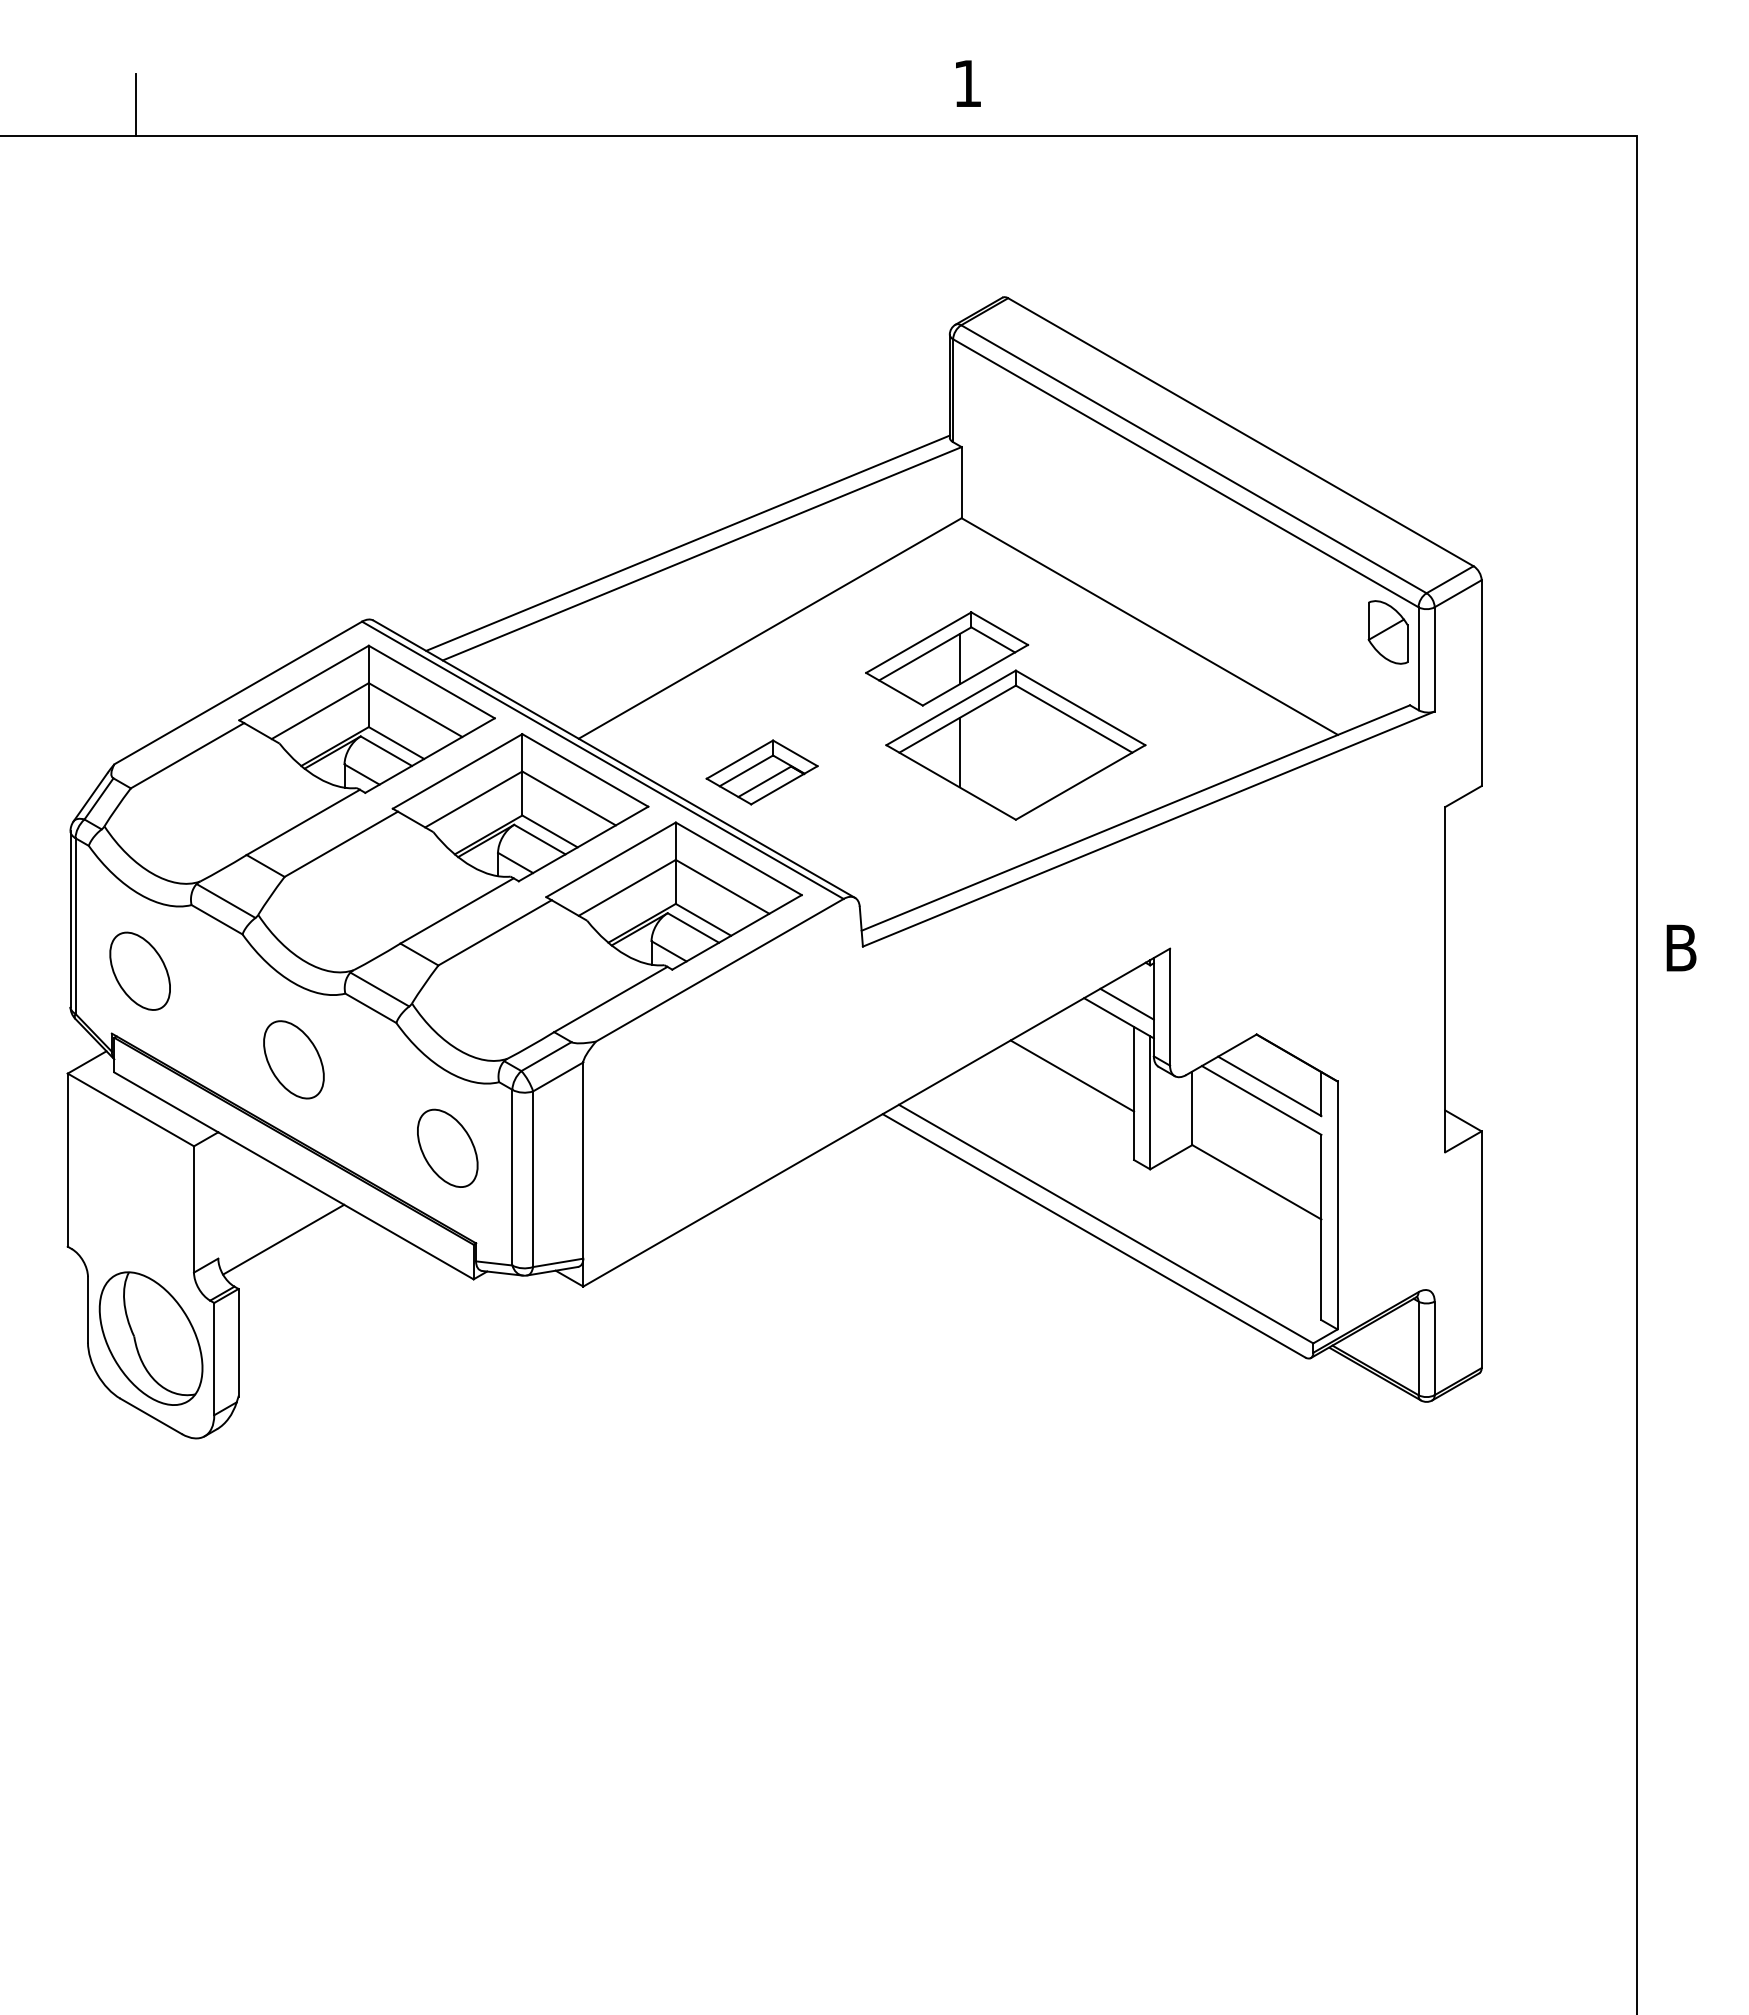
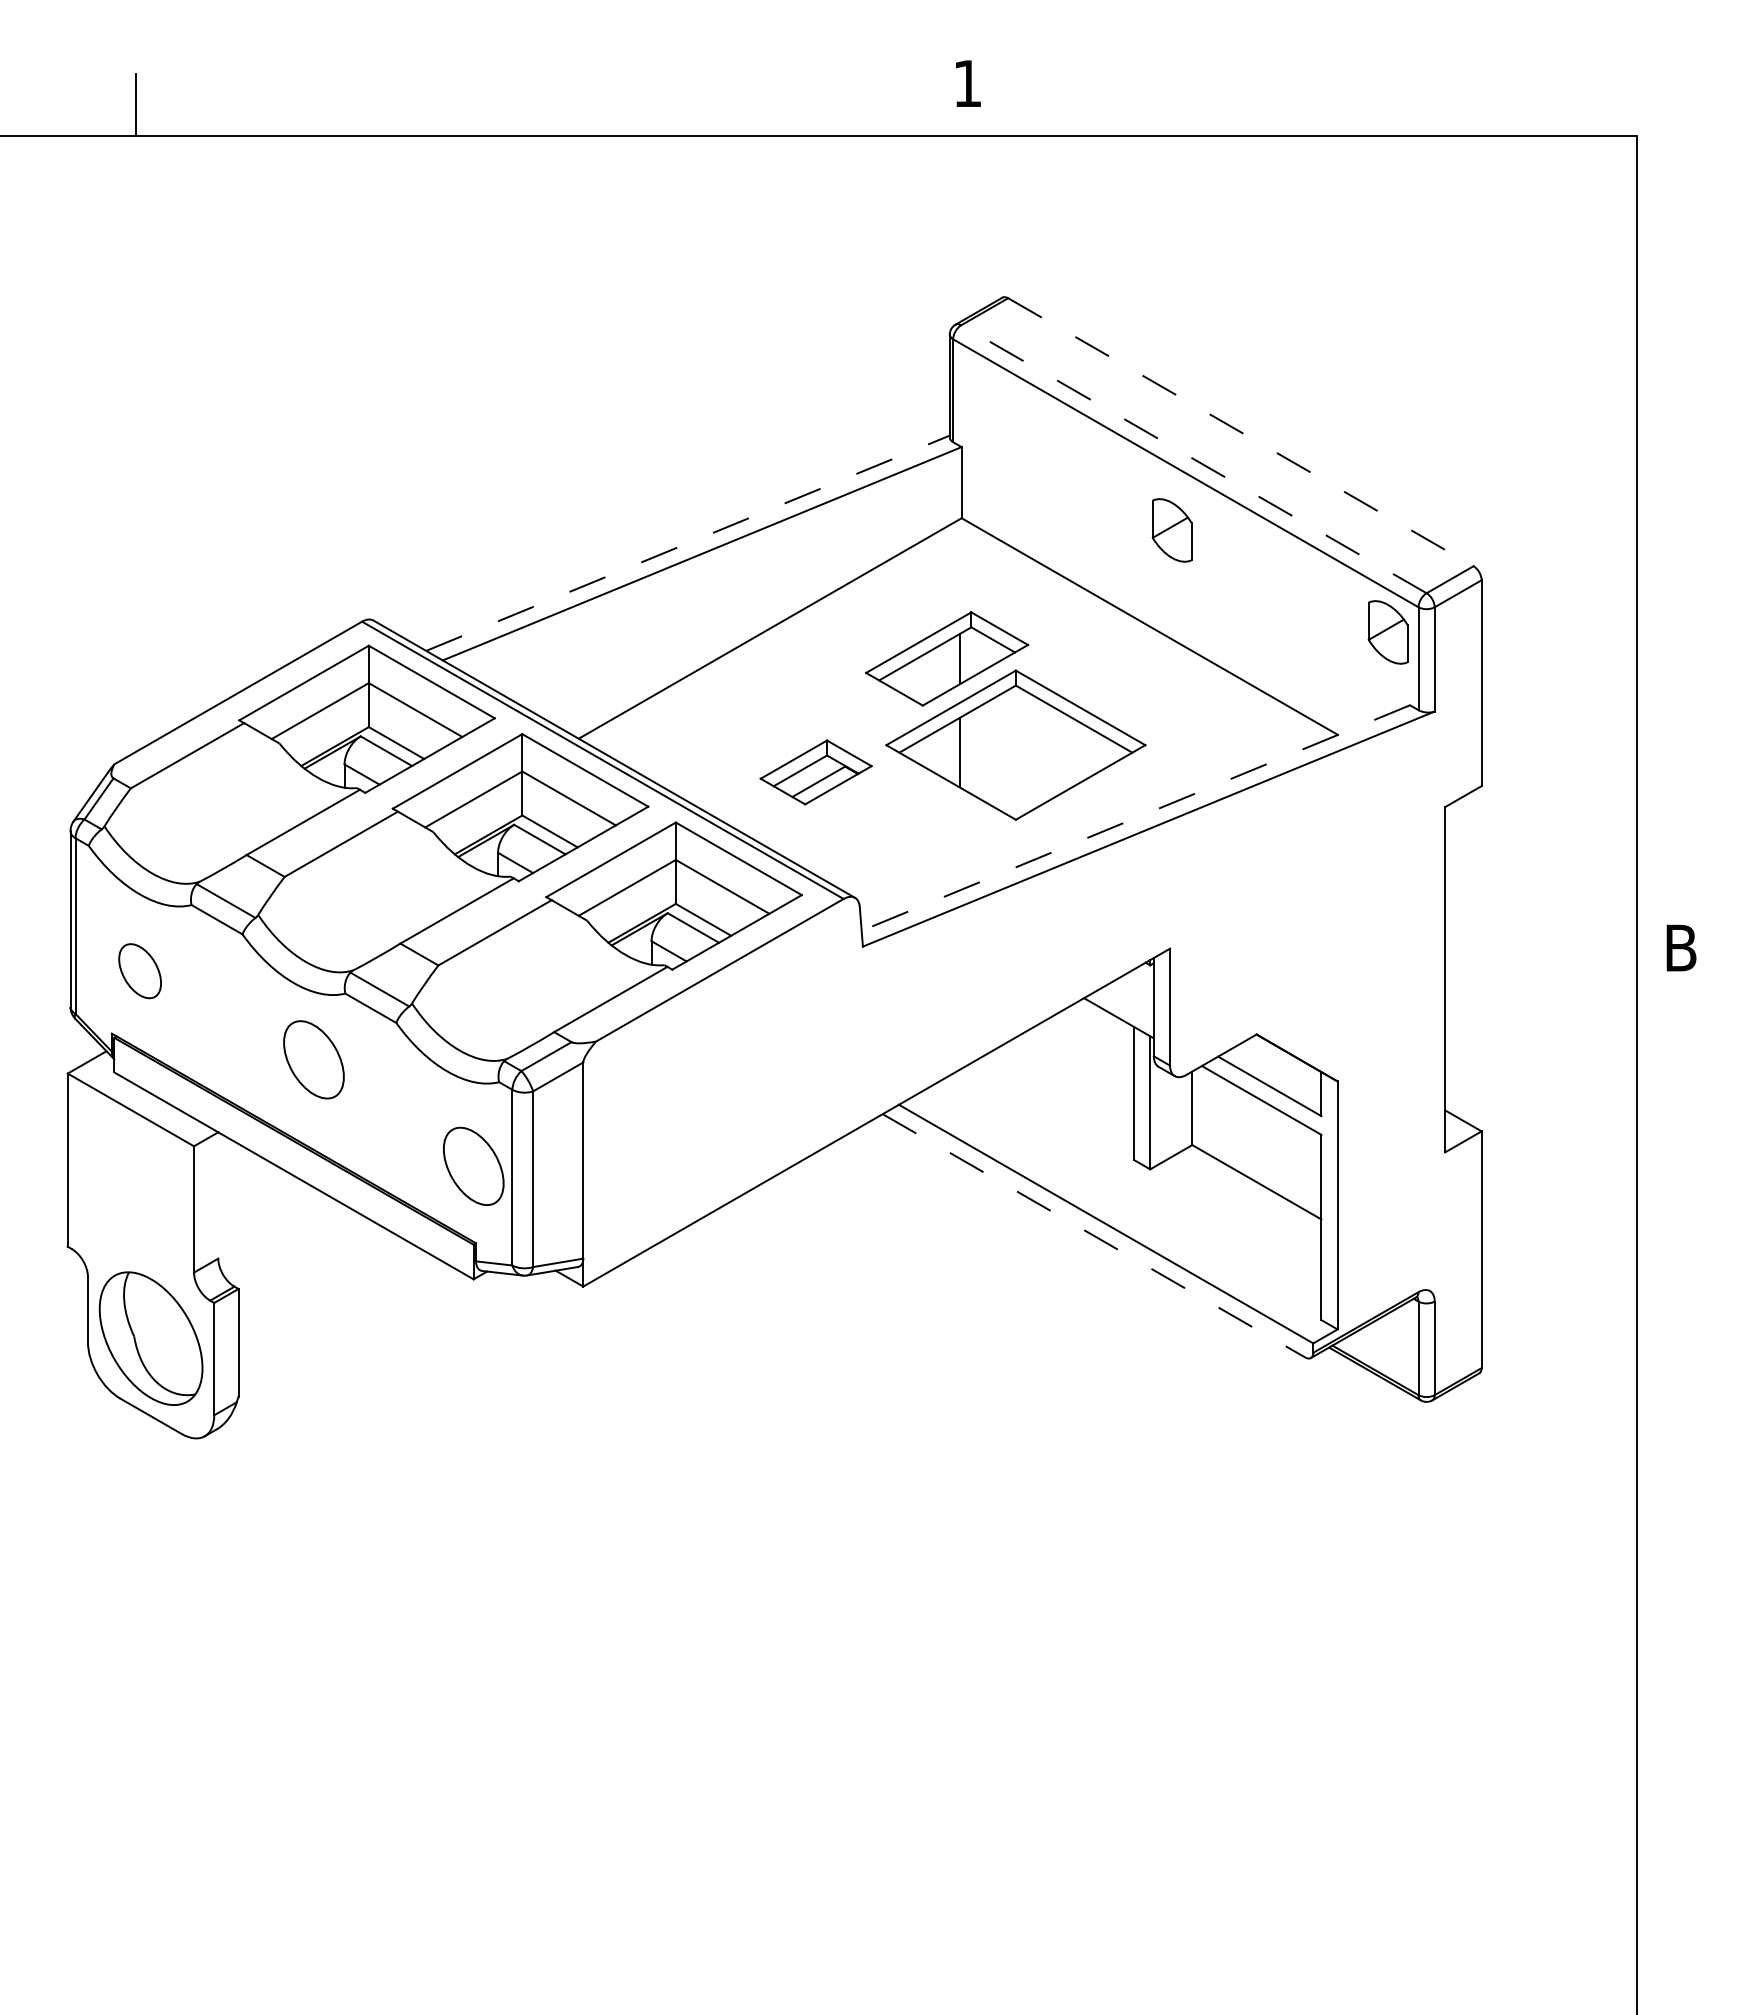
line at (1240, 432): solid -> dashed
line at (1193, 459): solid -> dashed
part at (1171, 530): none -> present
line at (688, 543): solid -> dashed
part at (761, 772) position: (761, 772) -> (815, 772)
line at (1135, 818): solid -> dashed
part at (139, 970) size: 62x80 px -> 44x57 px
line at (1126, 1003): present -> none
part at (293, 1059) position: (293, 1059) -> (313, 1059)
line at (1072, 1075): present -> none
part at (447, 1147) position: (447, 1147) -> (473, 1165)
line at (1093, 1235): solid -> dashed
line at (283, 1239): present -> none
